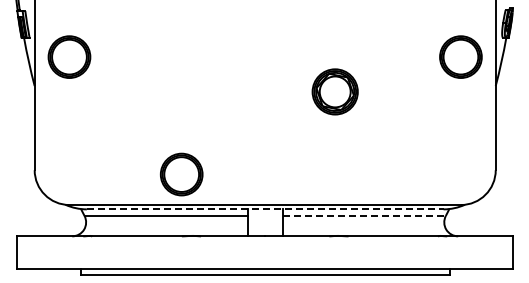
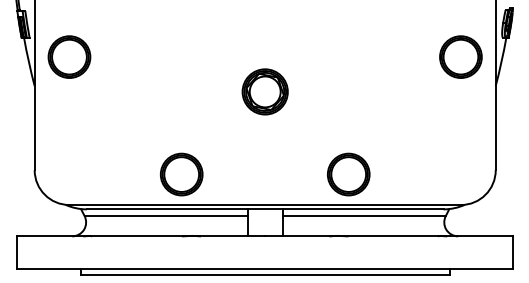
part at (334, 91) position: (334, 91) -> (264, 91)
part at (348, 174): none -> present
line at (265, 209): dashed -> solid
line at (364, 216): dashed -> solid
